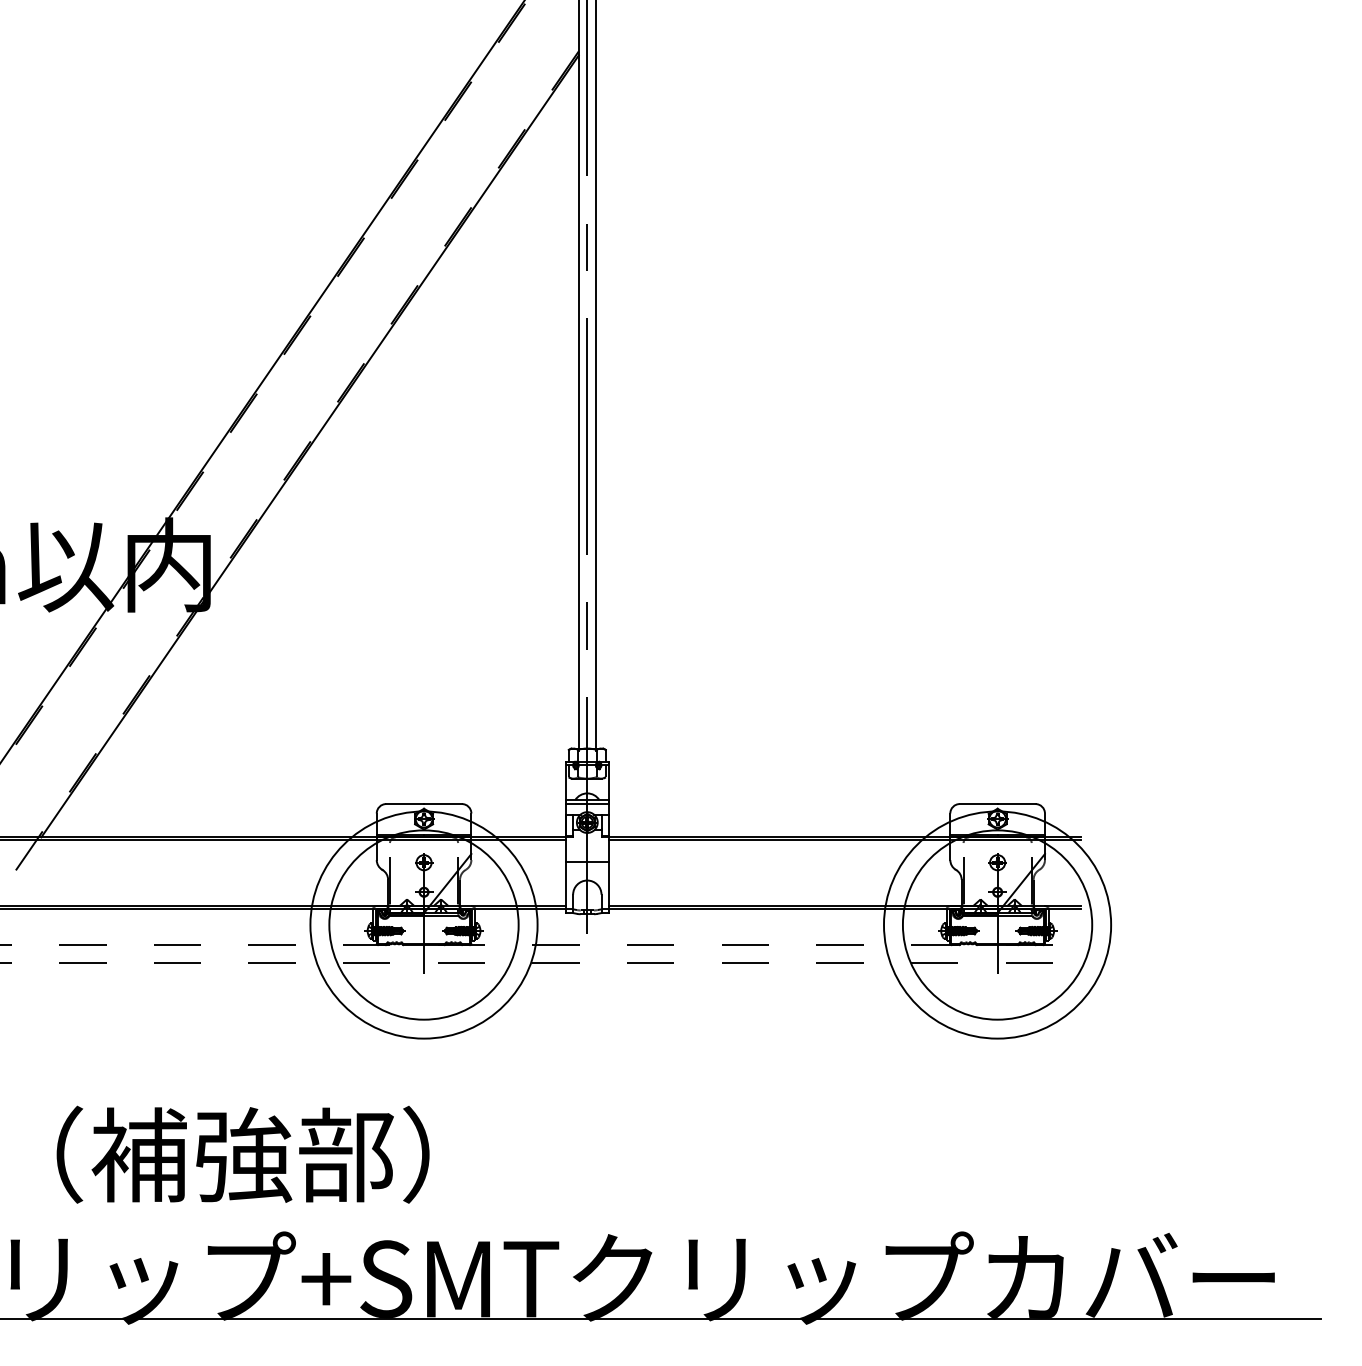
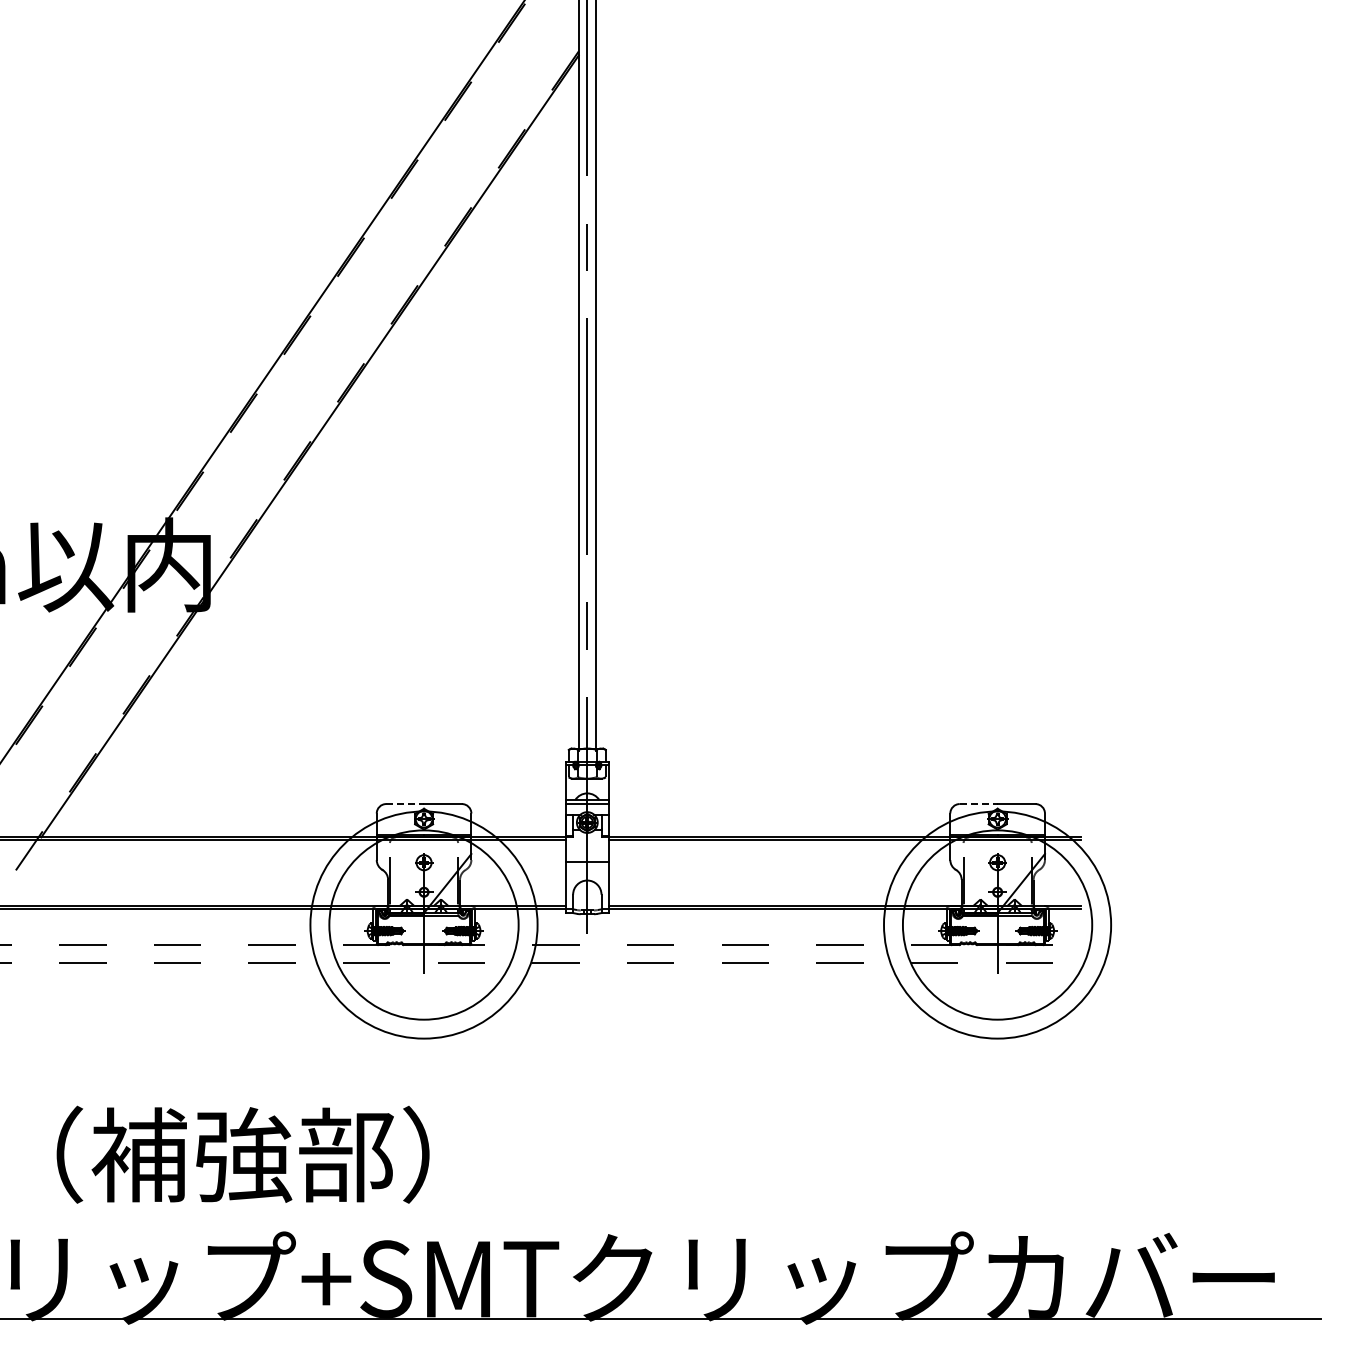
line at (405, 804): solid -> dashed
line at (978, 804): solid -> dashed
